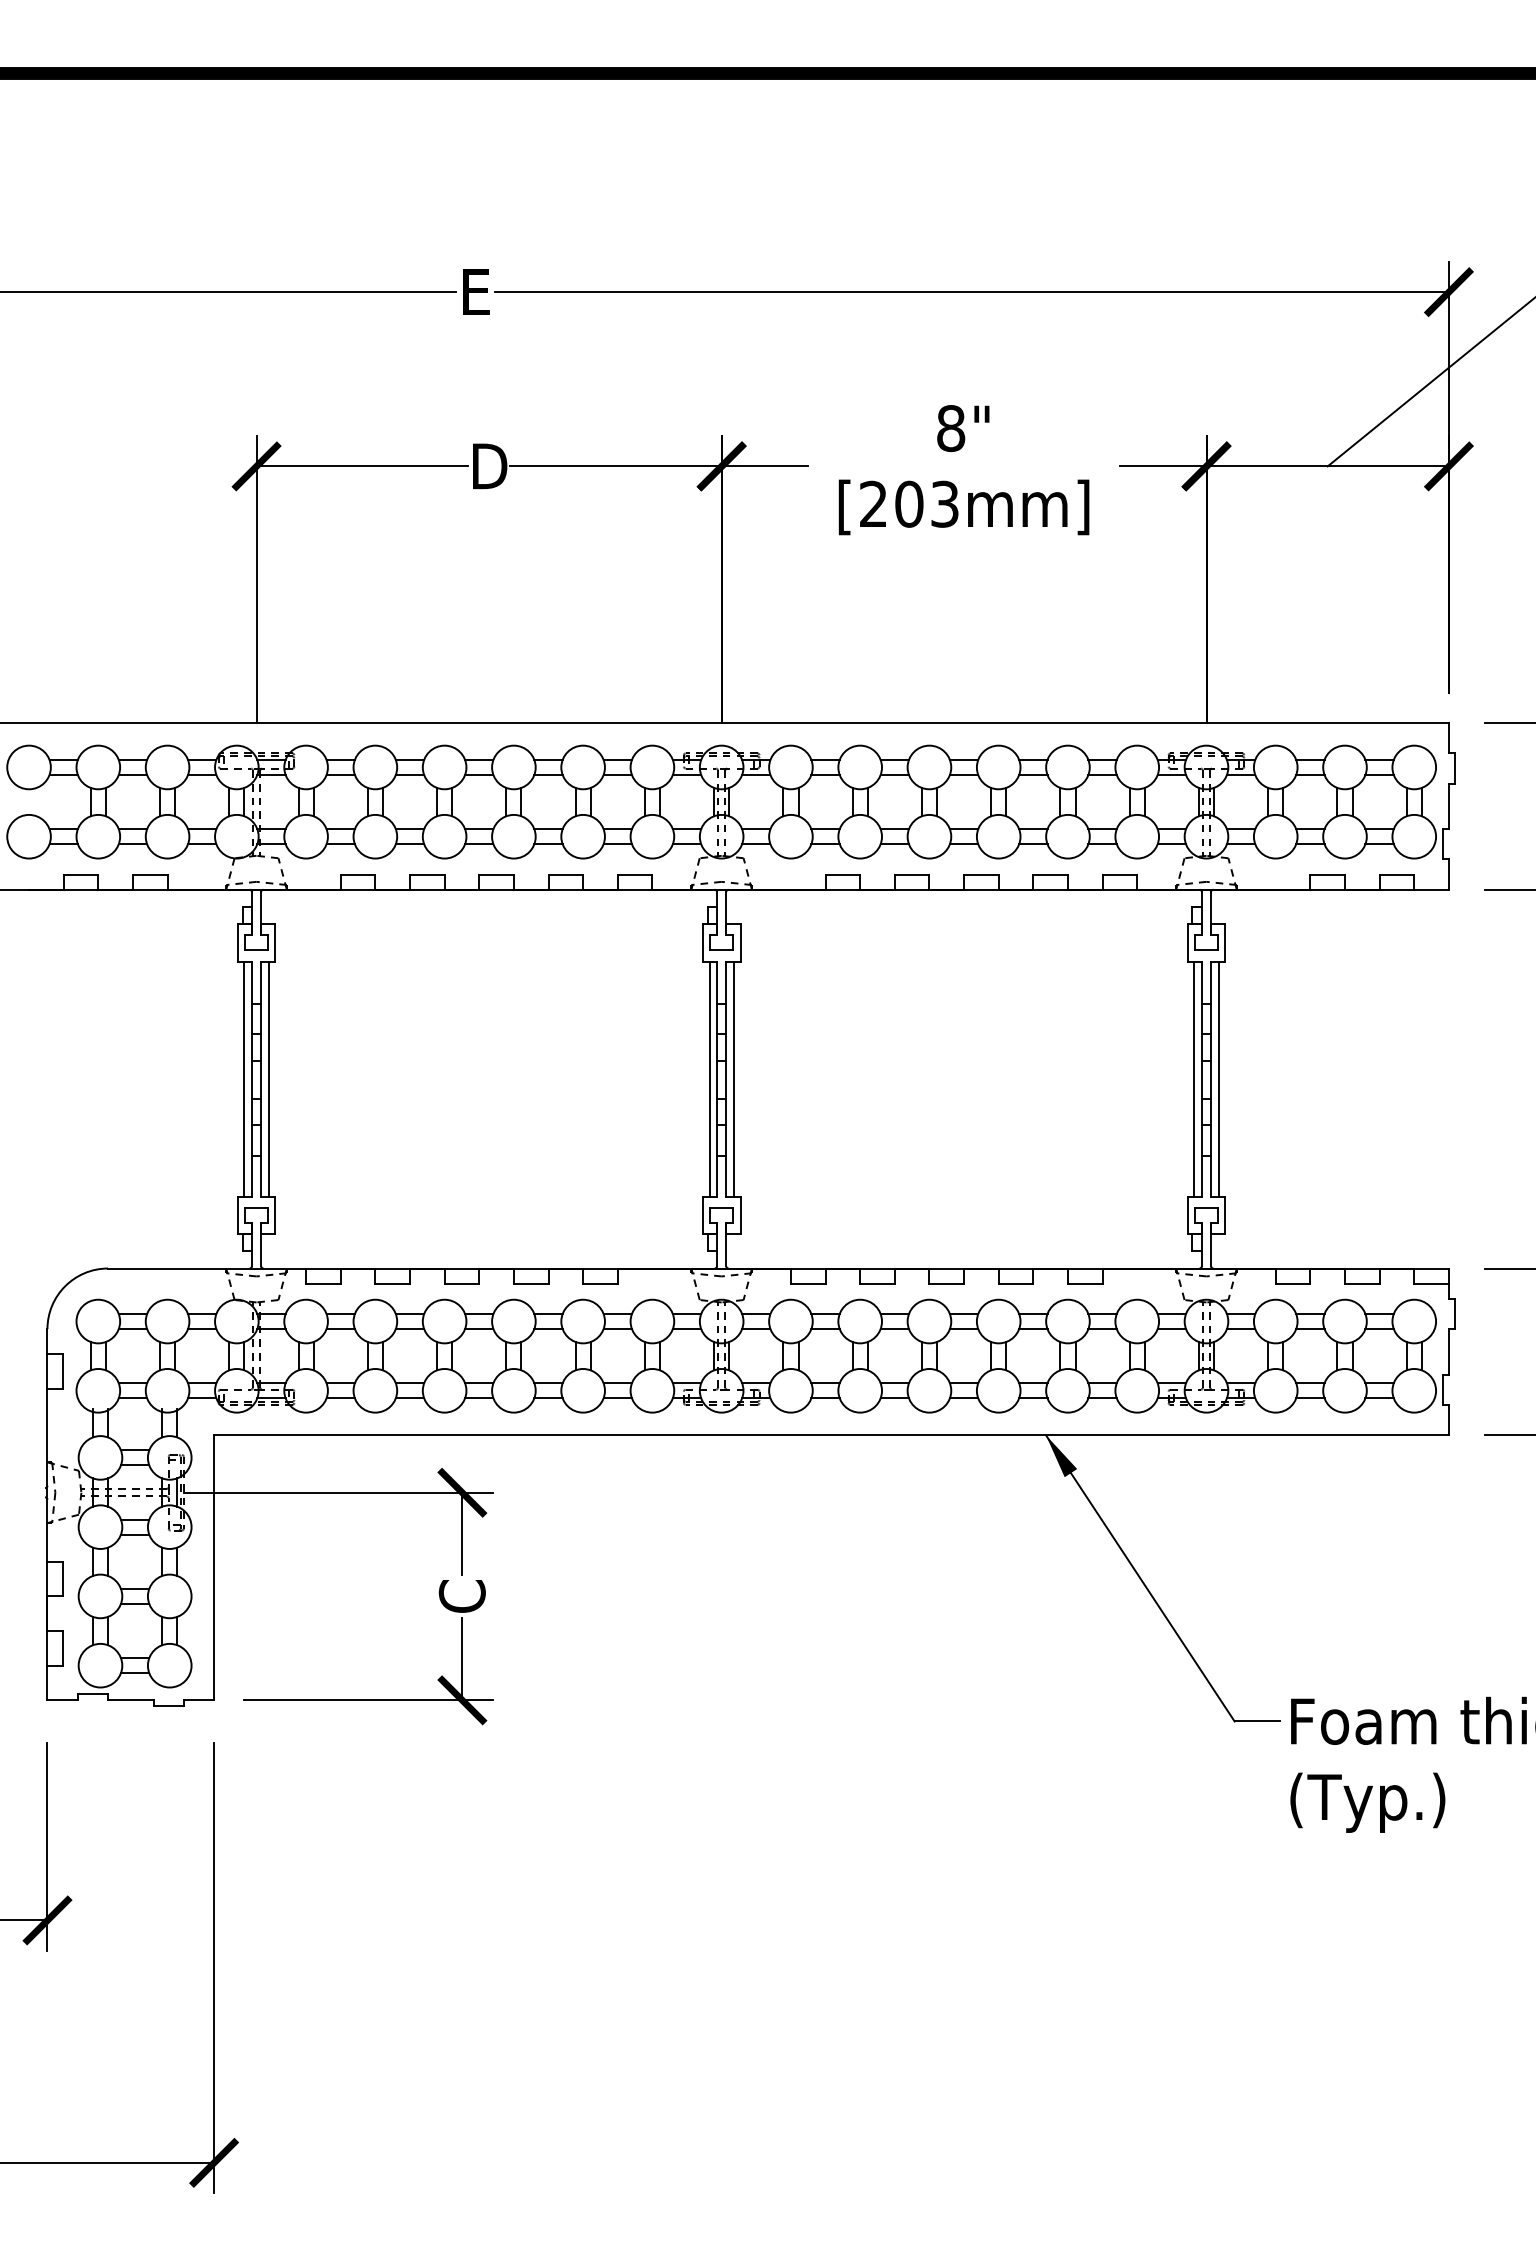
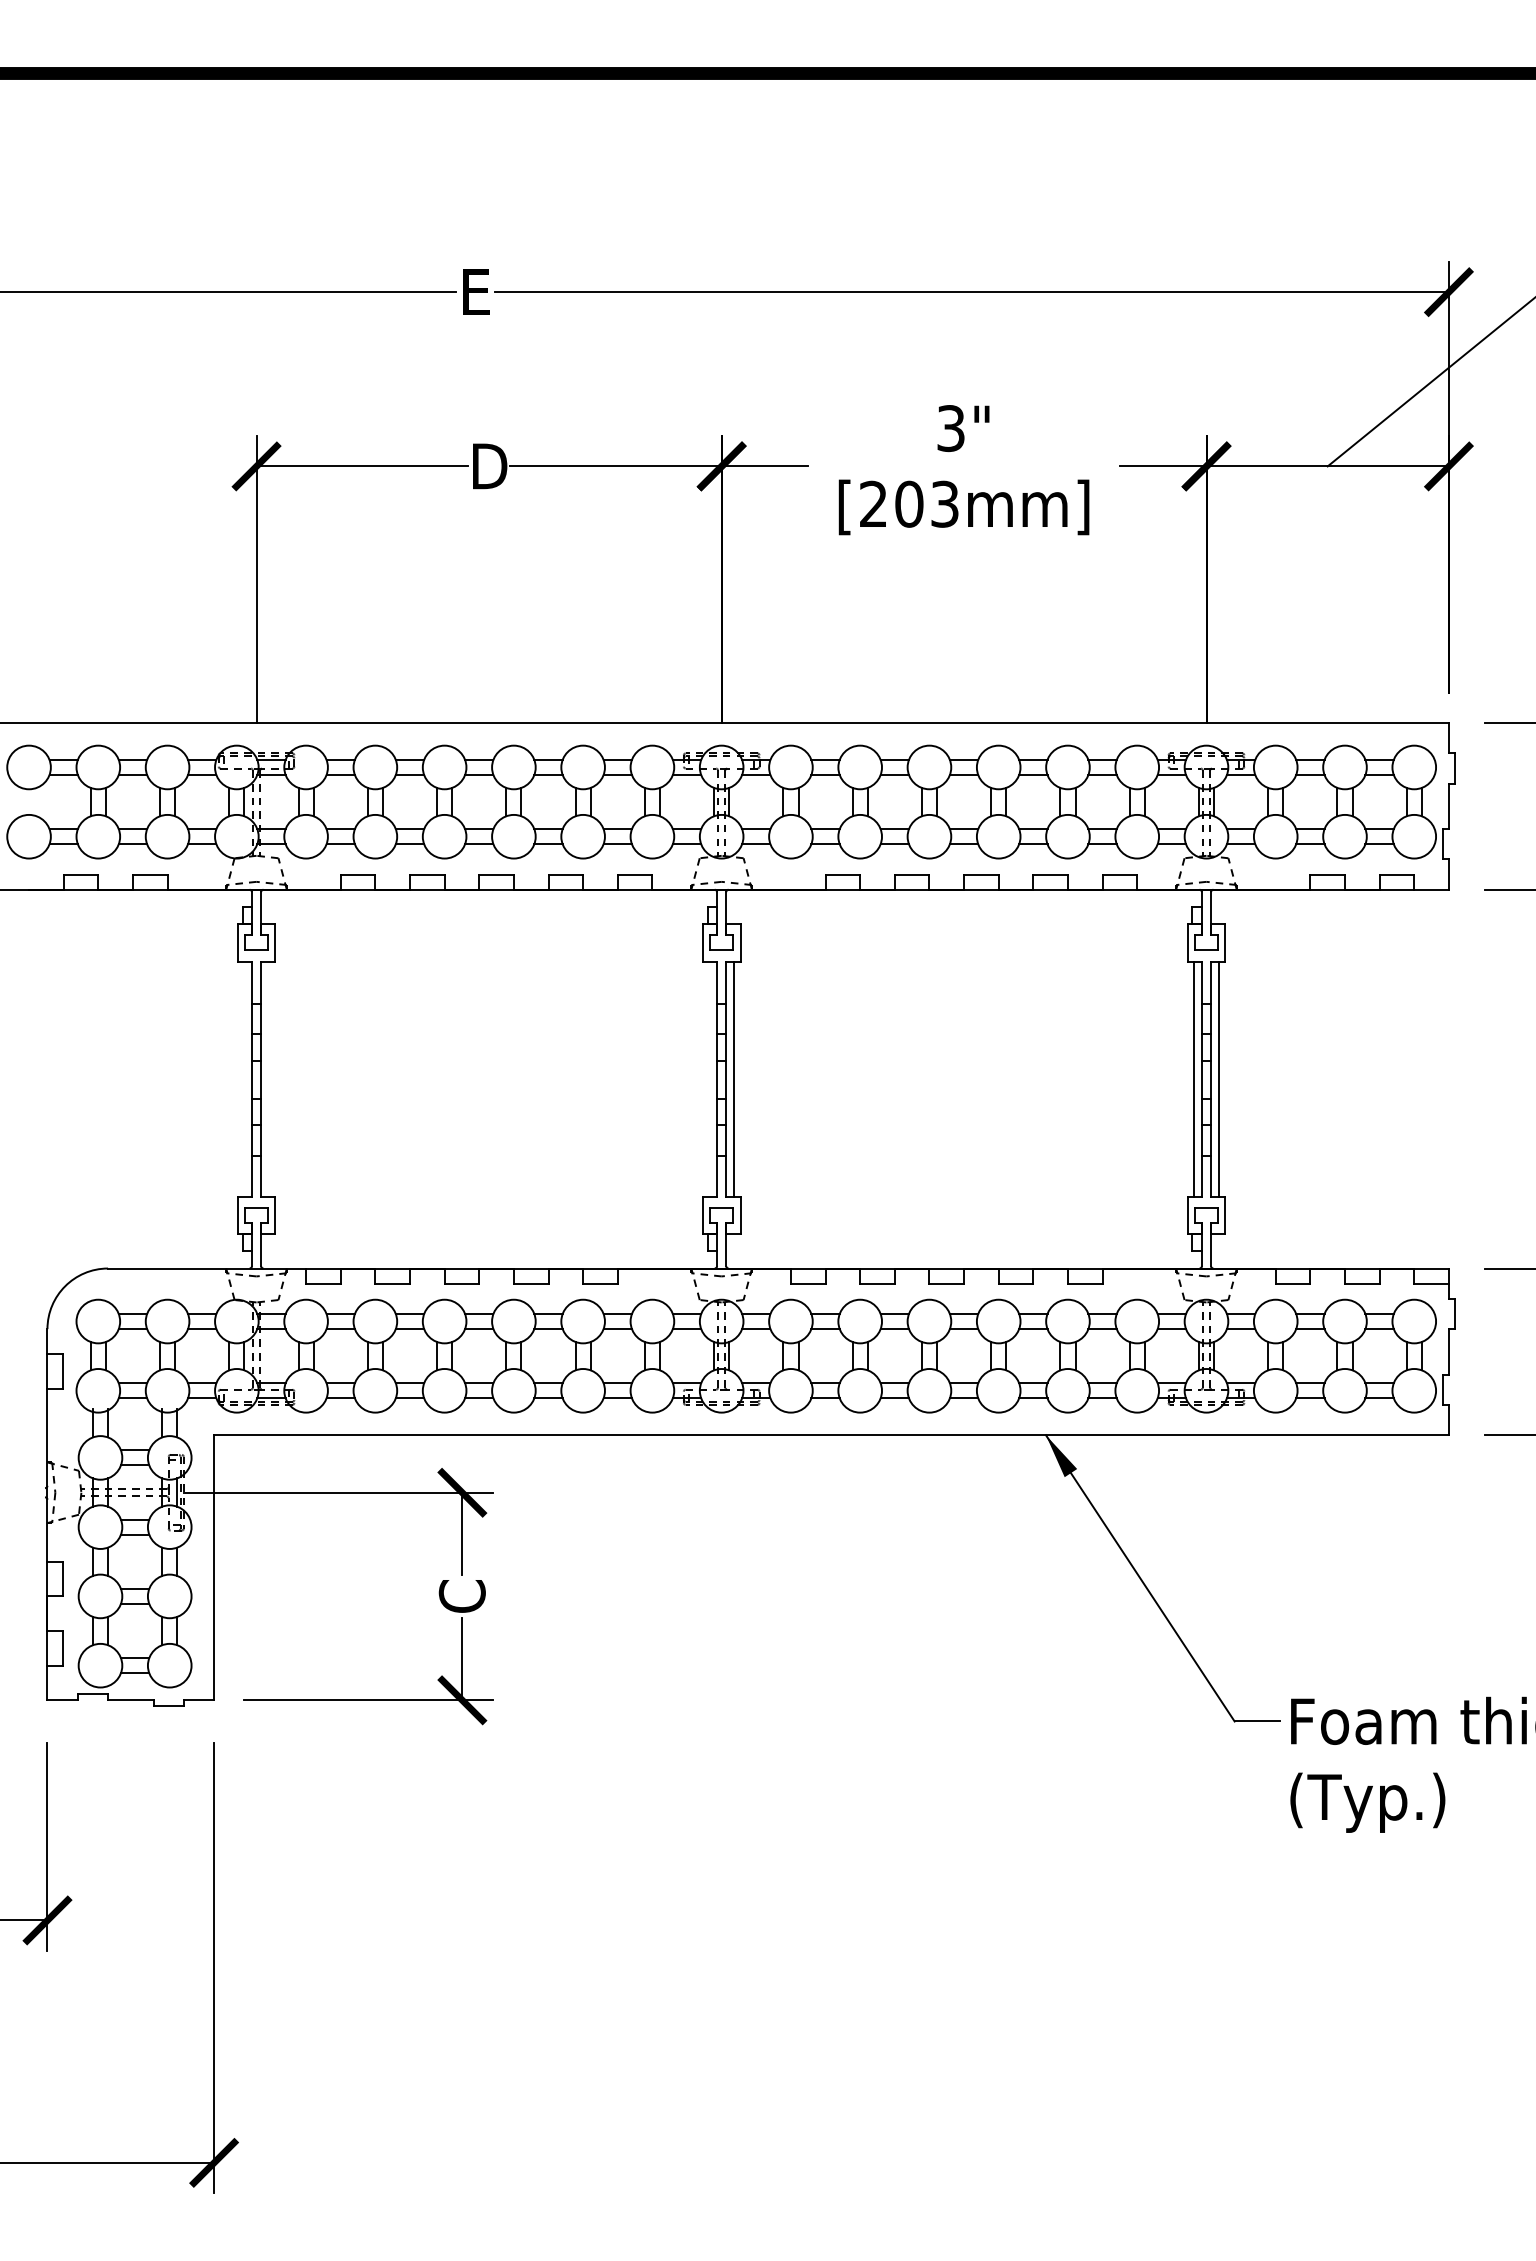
text at (951, 428): 8" -> 3"
line at (244, 1078): present -> none
line at (268, 1078): present -> none
line at (709, 1078): present -> none
